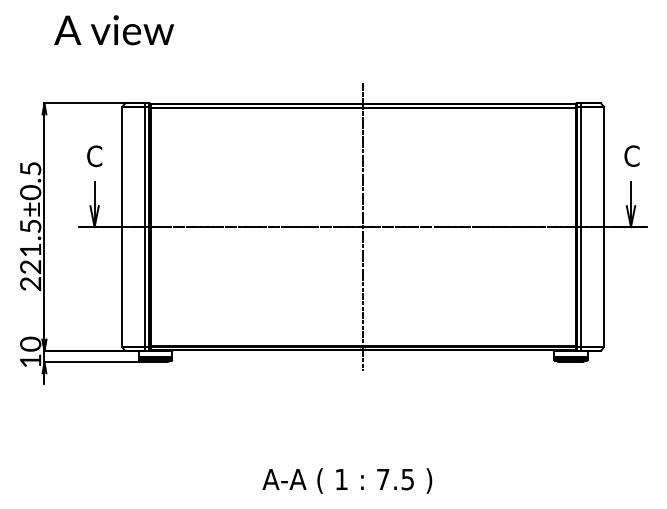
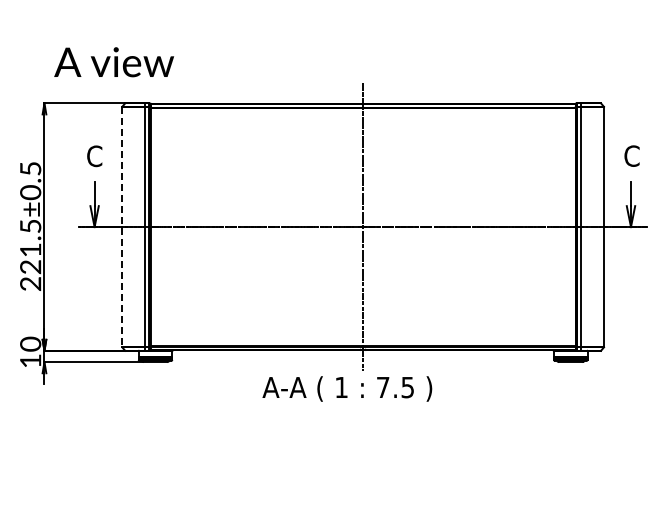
text at (113, 30) position: (113, 30) -> (113, 62)
line at (122, 227): solid -> dashed
text at (347, 480) position: (347, 480) -> (347, 388)
